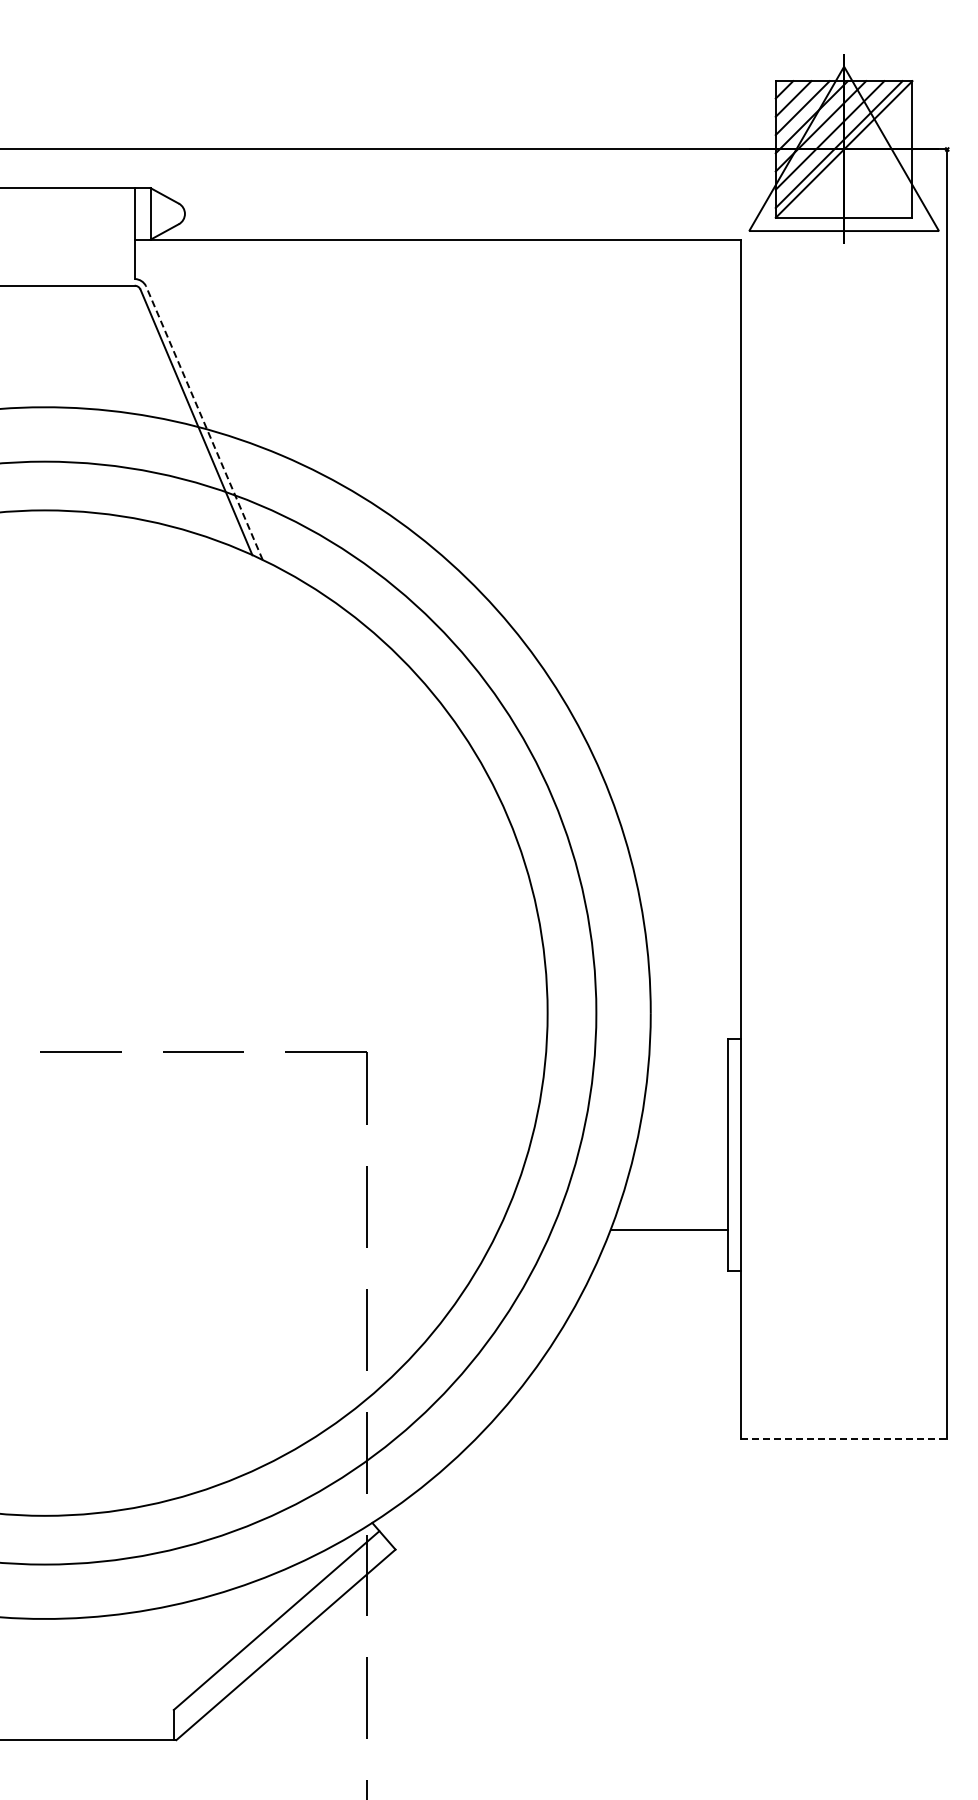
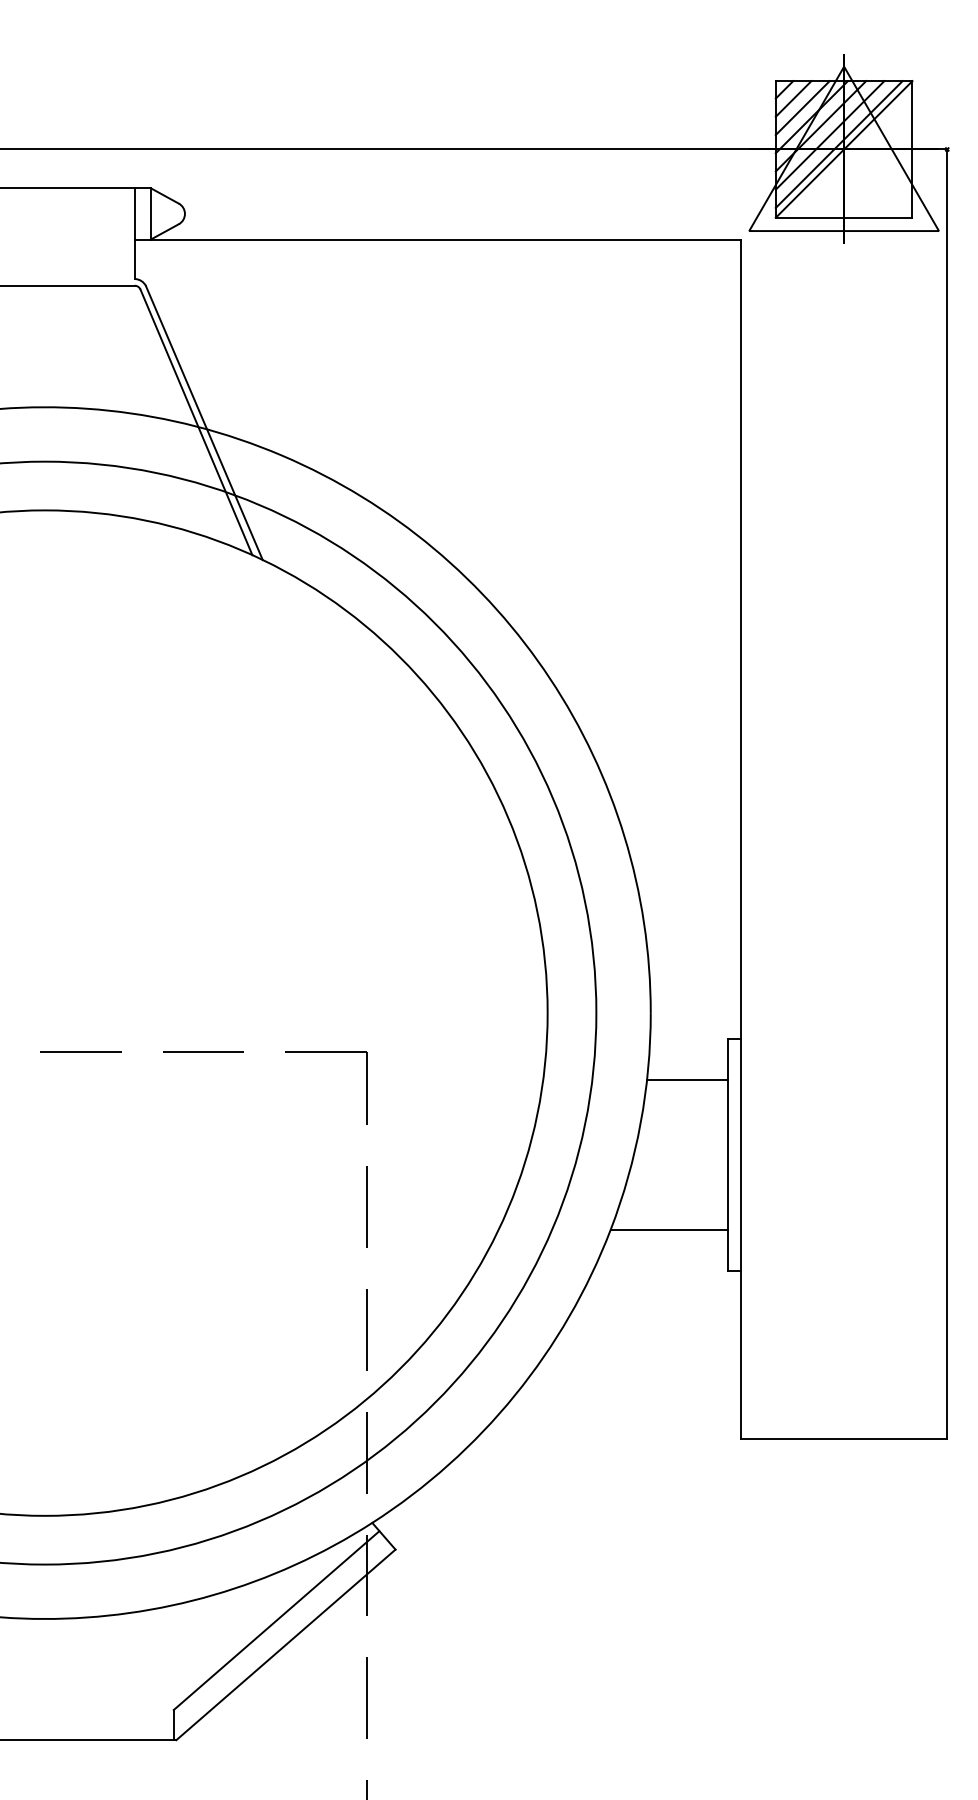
line at (204, 423): dashed -> solid
line at (687, 1080): none -> present
line at (844, 1438): dashed -> solid
